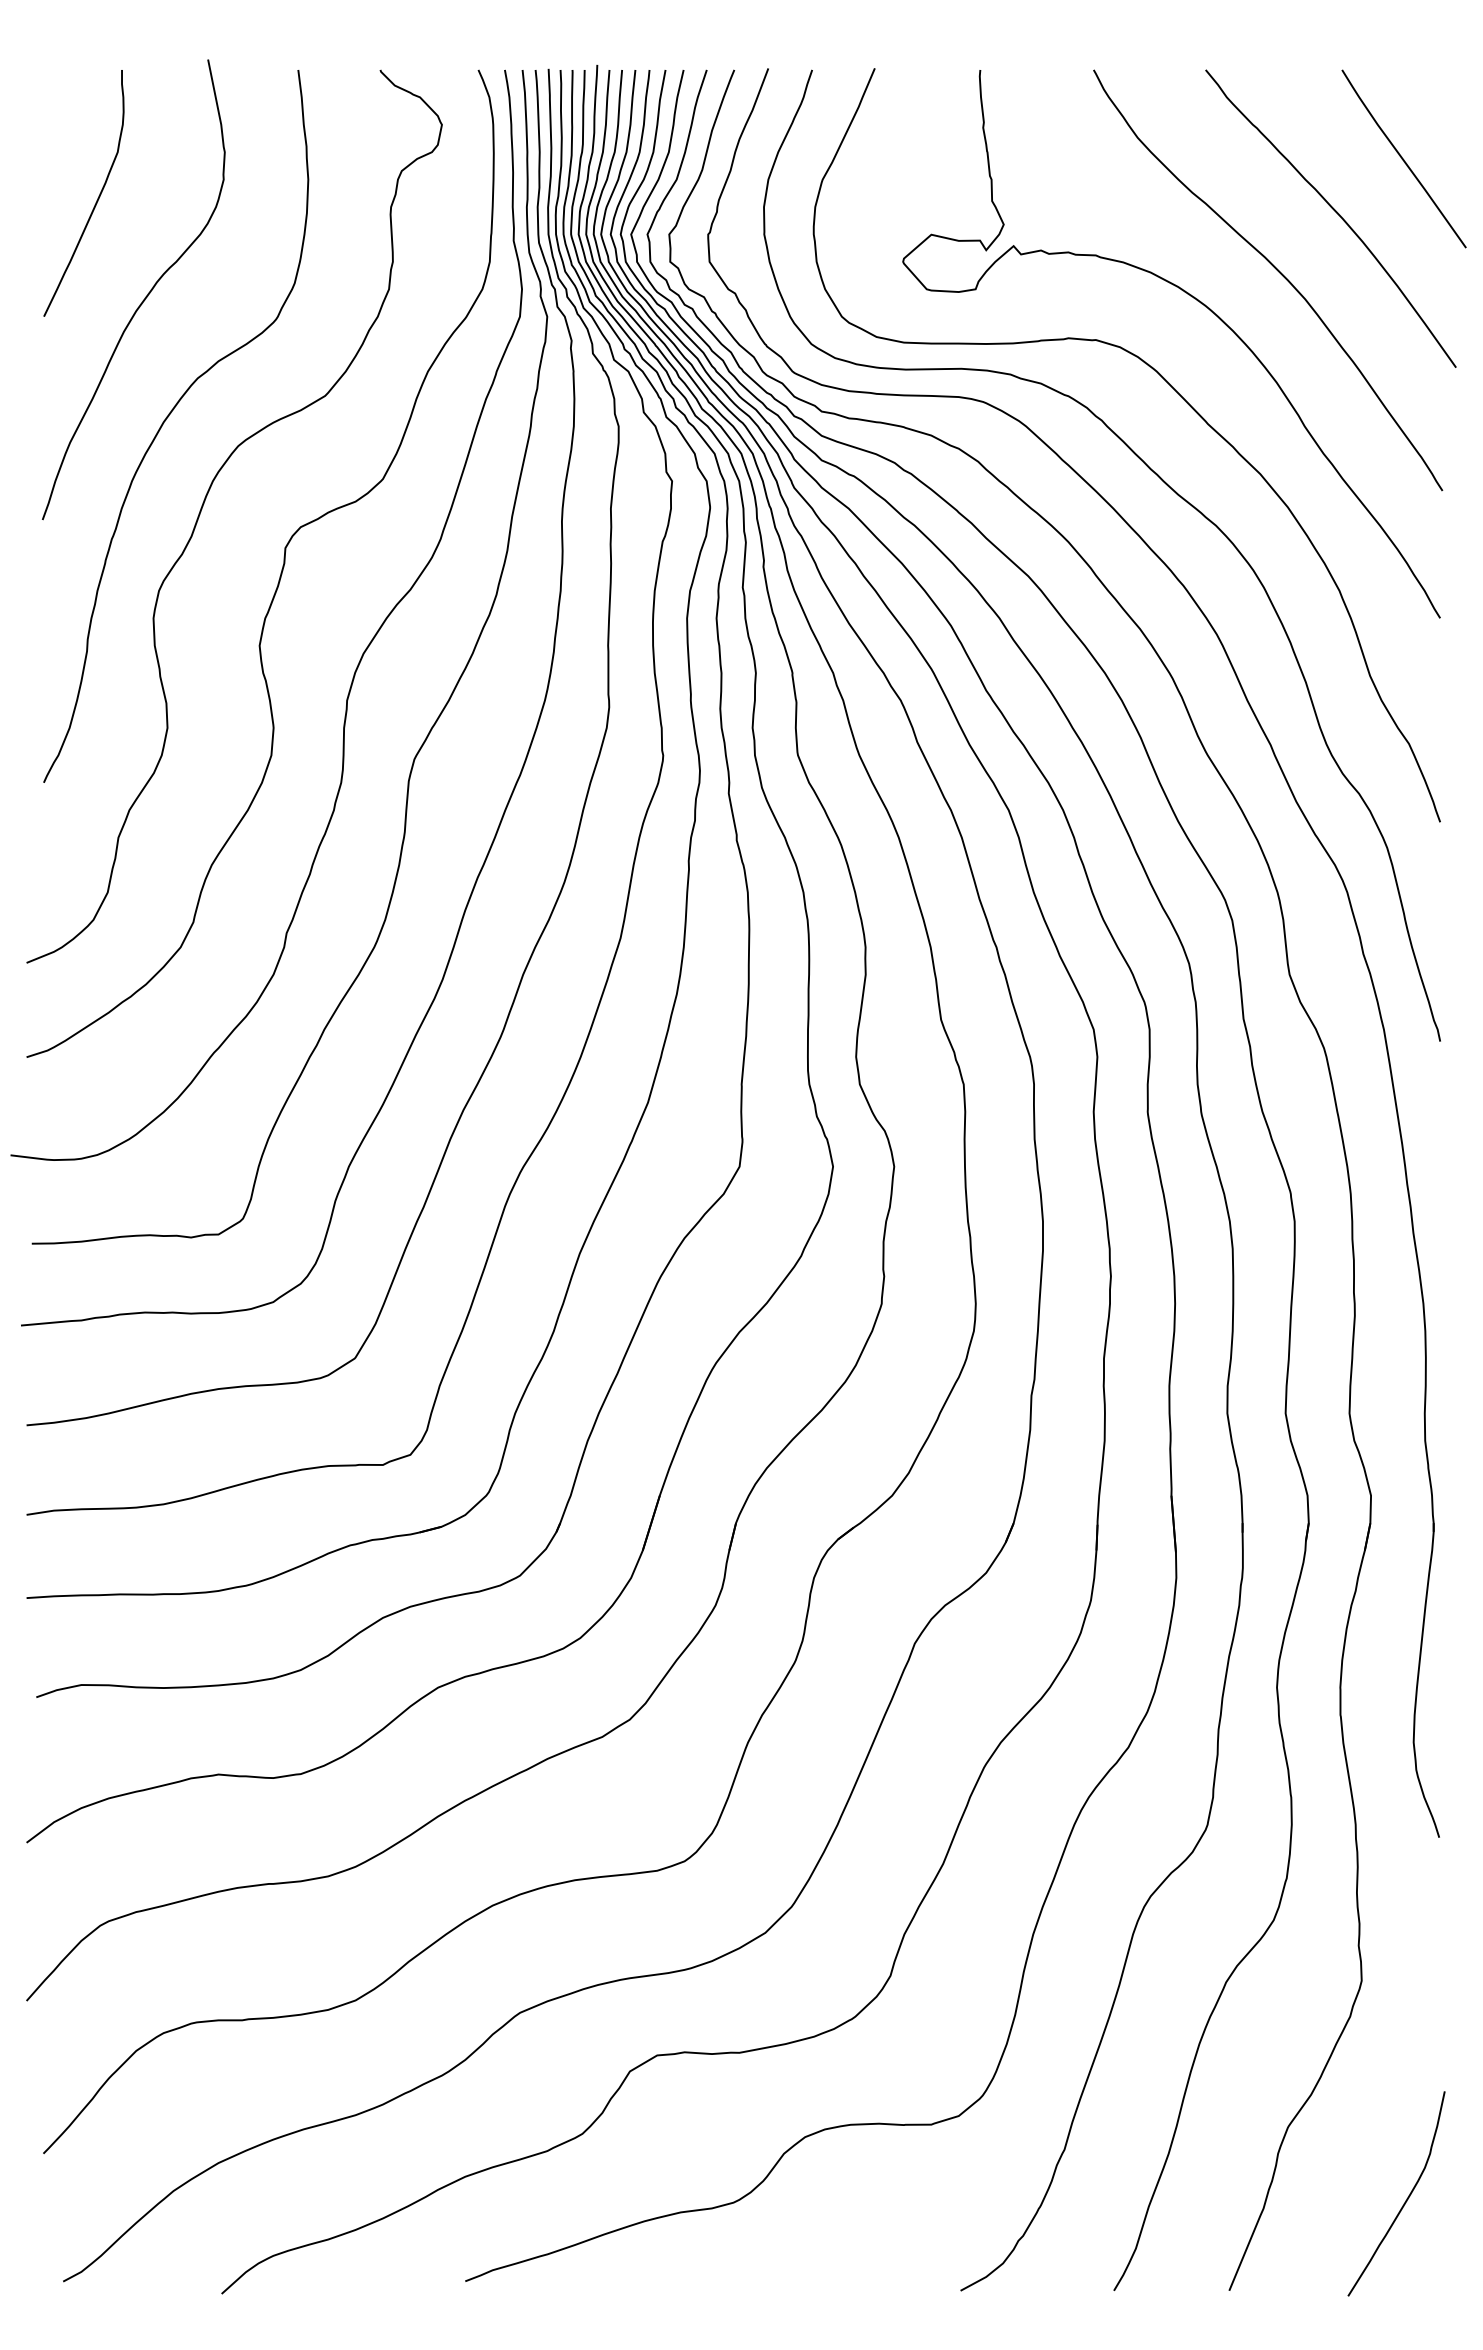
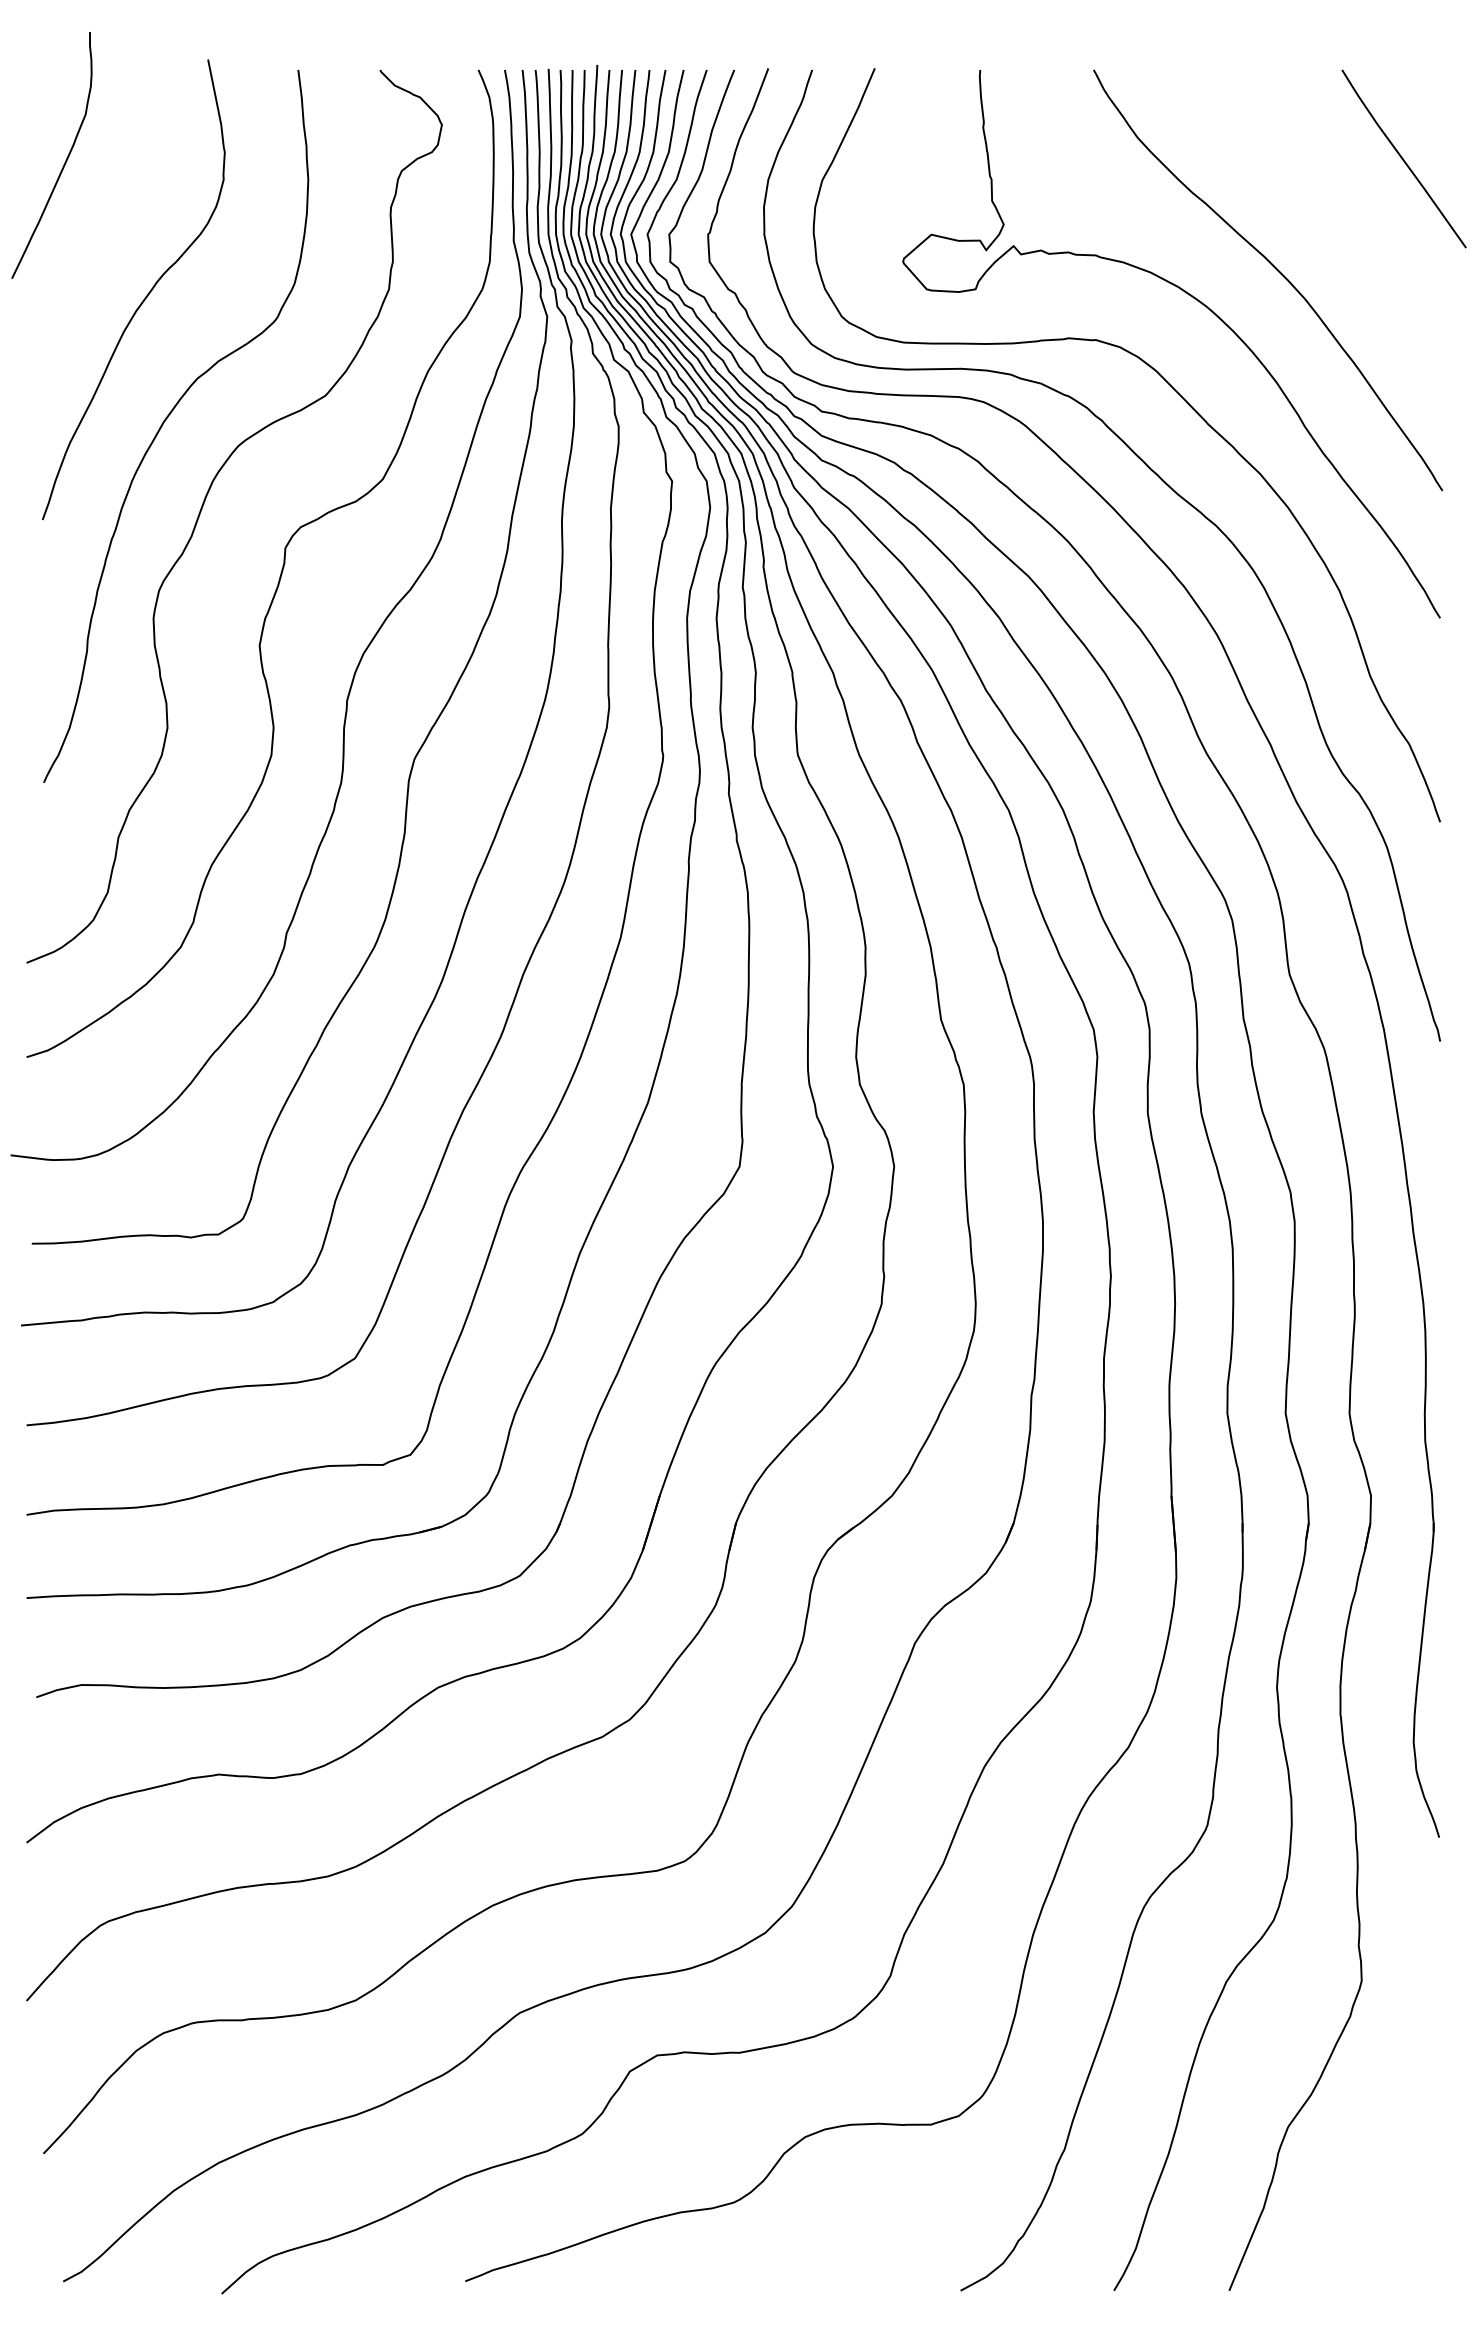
curve at (96, 200) position: (96, 200) -> (64, 162)
curve at (1335, 212): present -> none
curve at (1406, 2198): present -> none
